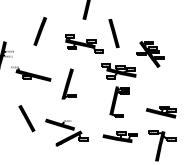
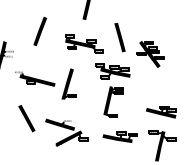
line at (113, 33) position: (113, 33) -> (119, 37)
part at (31, 73) position: (31, 73) -> (35, 78)
part at (118, 90) position: (118, 90) -> (112, 90)
